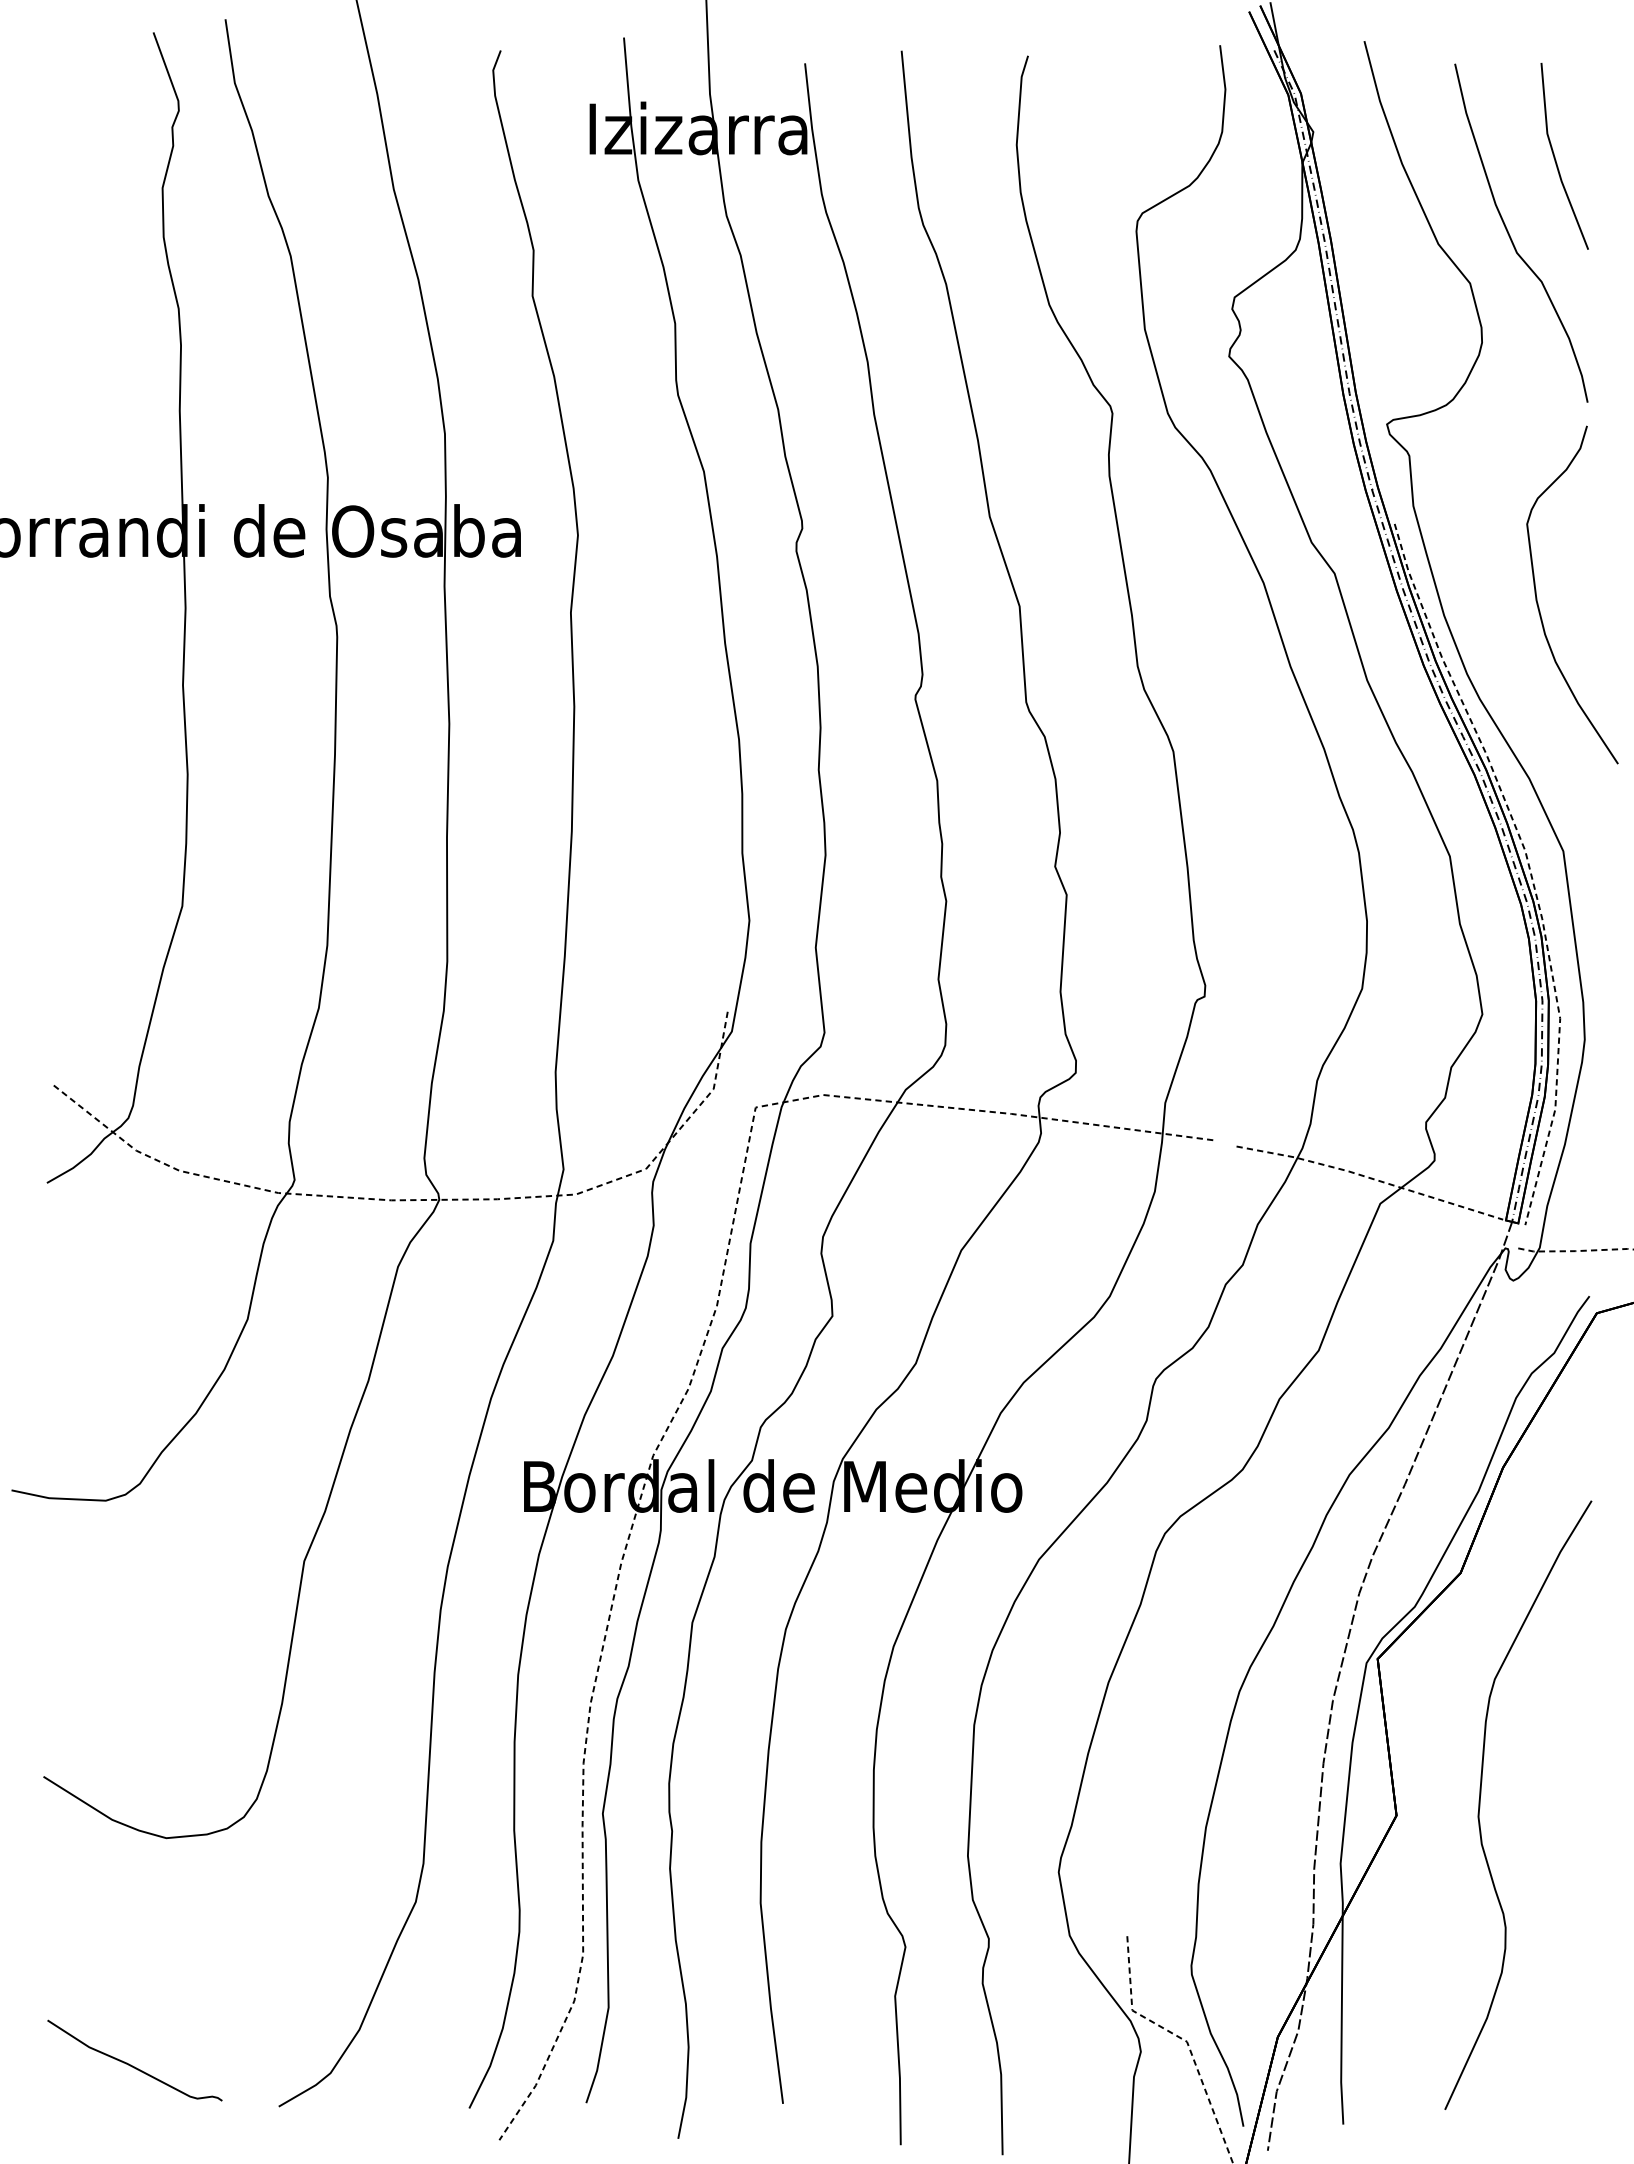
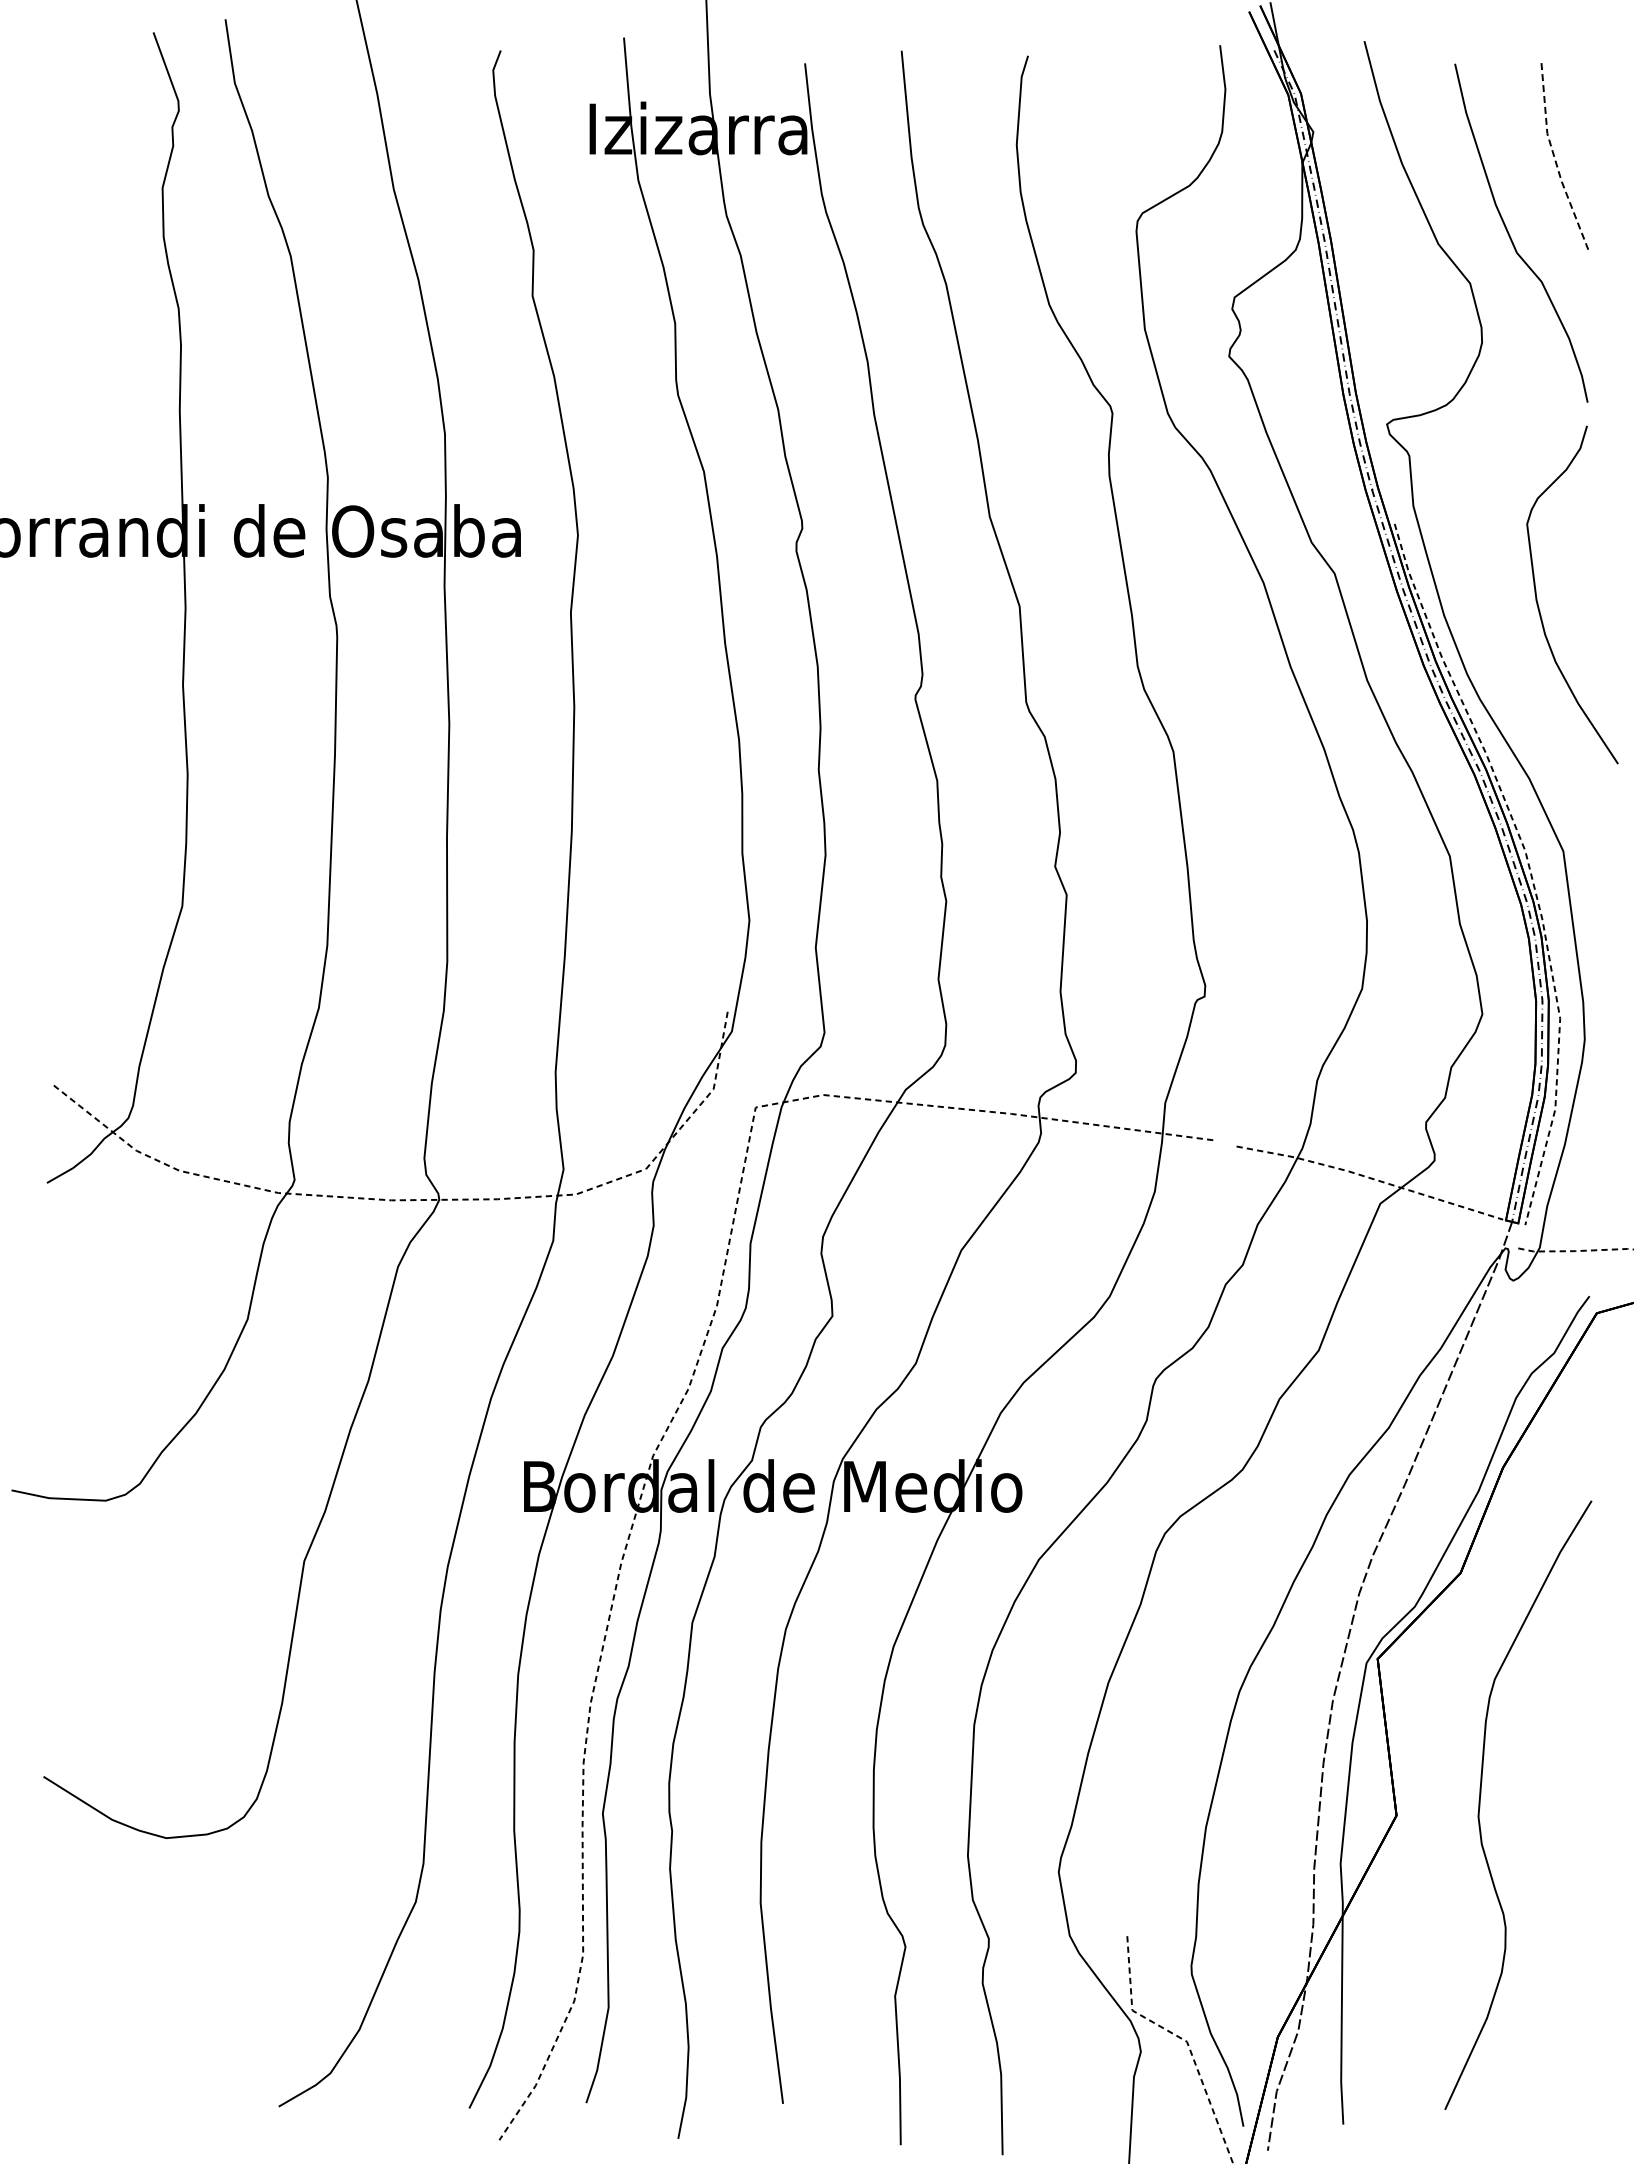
line at (1554, 158): solid -> dashed
curve at (132, 2065): present -> none
